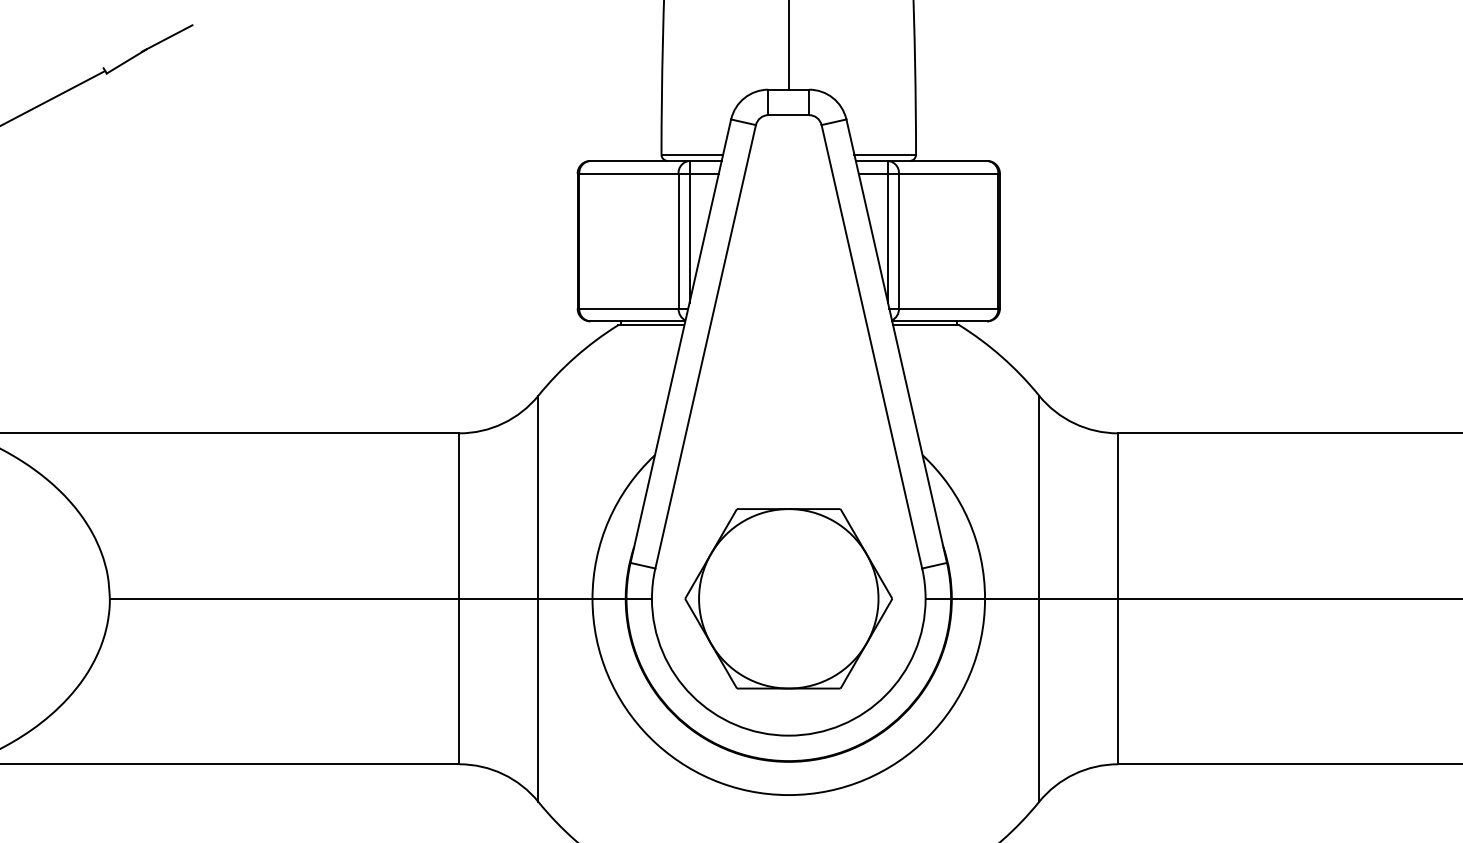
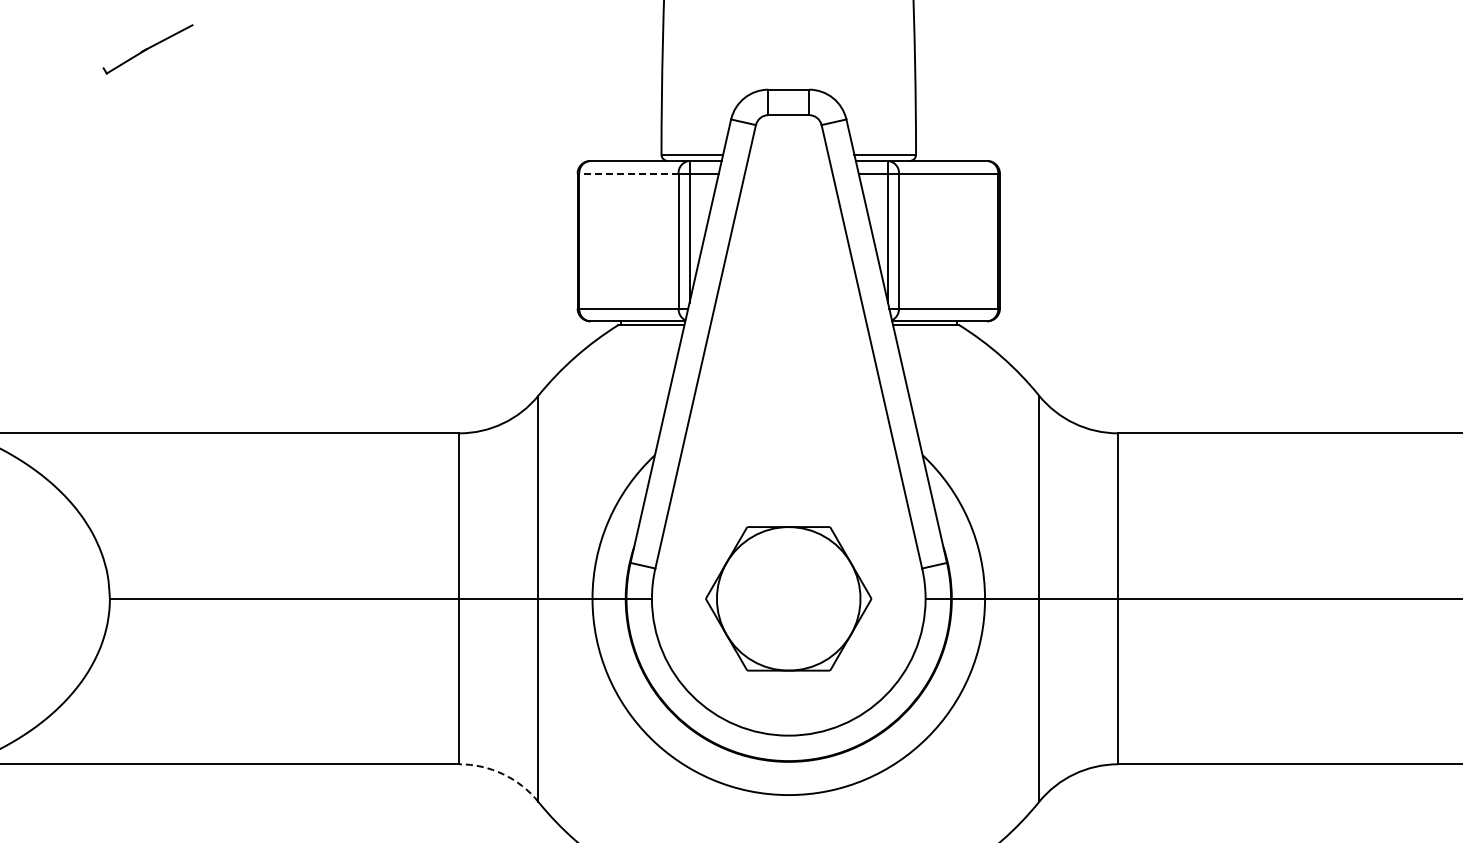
line at (788, 45): present -> none
line at (53, 97): present -> none
line at (628, 173): solid -> dashed
part at (788, 598) size: 209x182 px -> 168x146 px
arc at (503, 774): solid -> dashed
